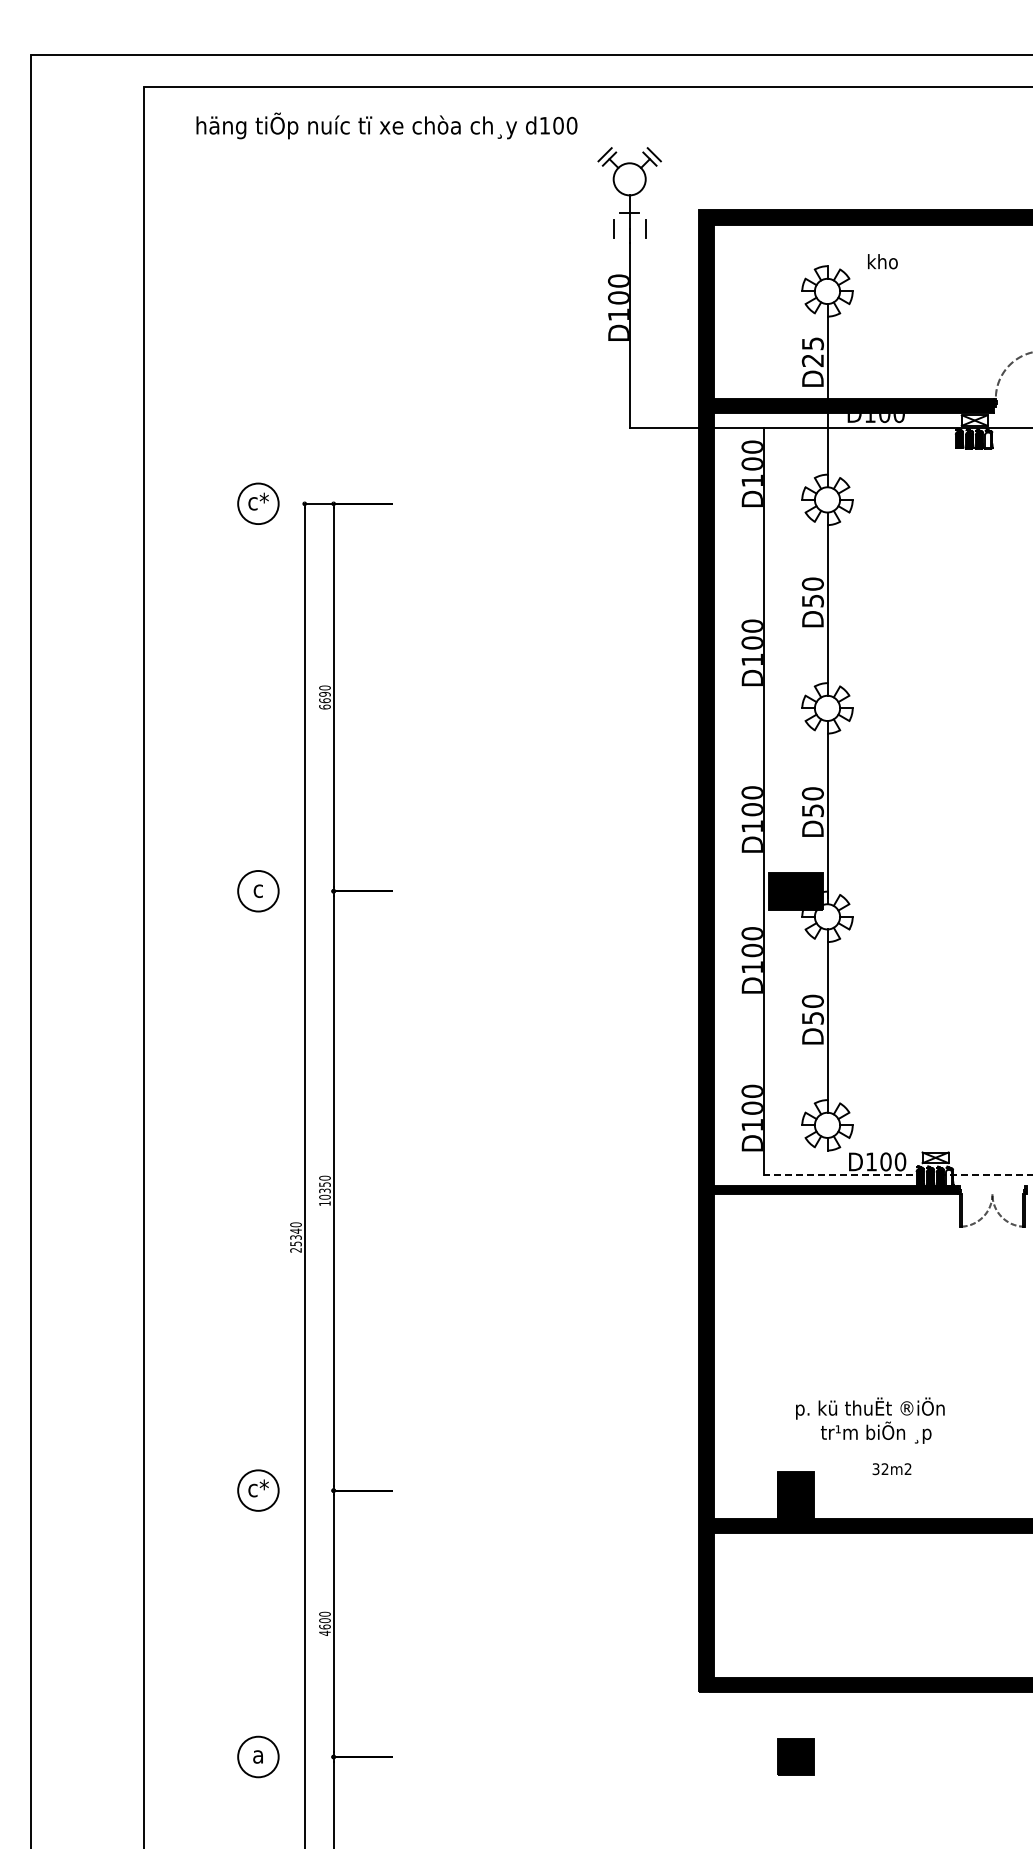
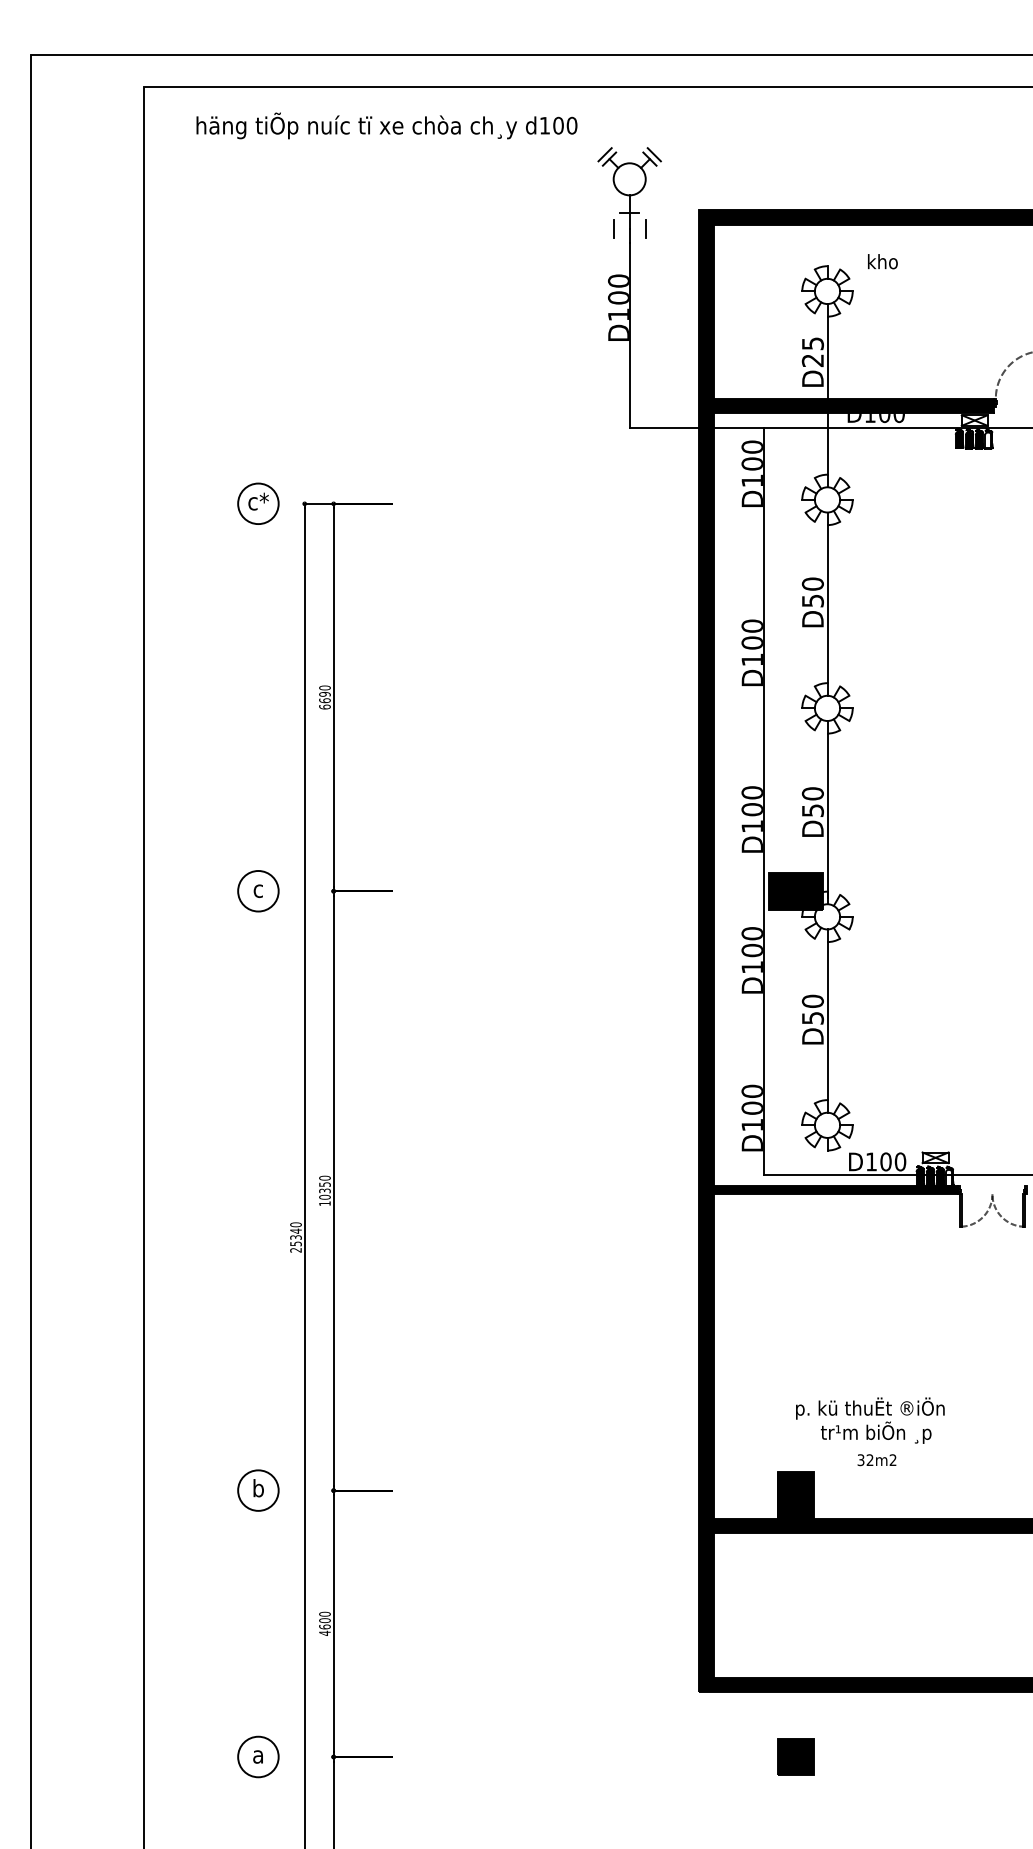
line at (898, 1175): dashed -> solid
text at (891, 1469) position: (891, 1469) -> (876, 1460)
text at (258, 1488): c* -> b
